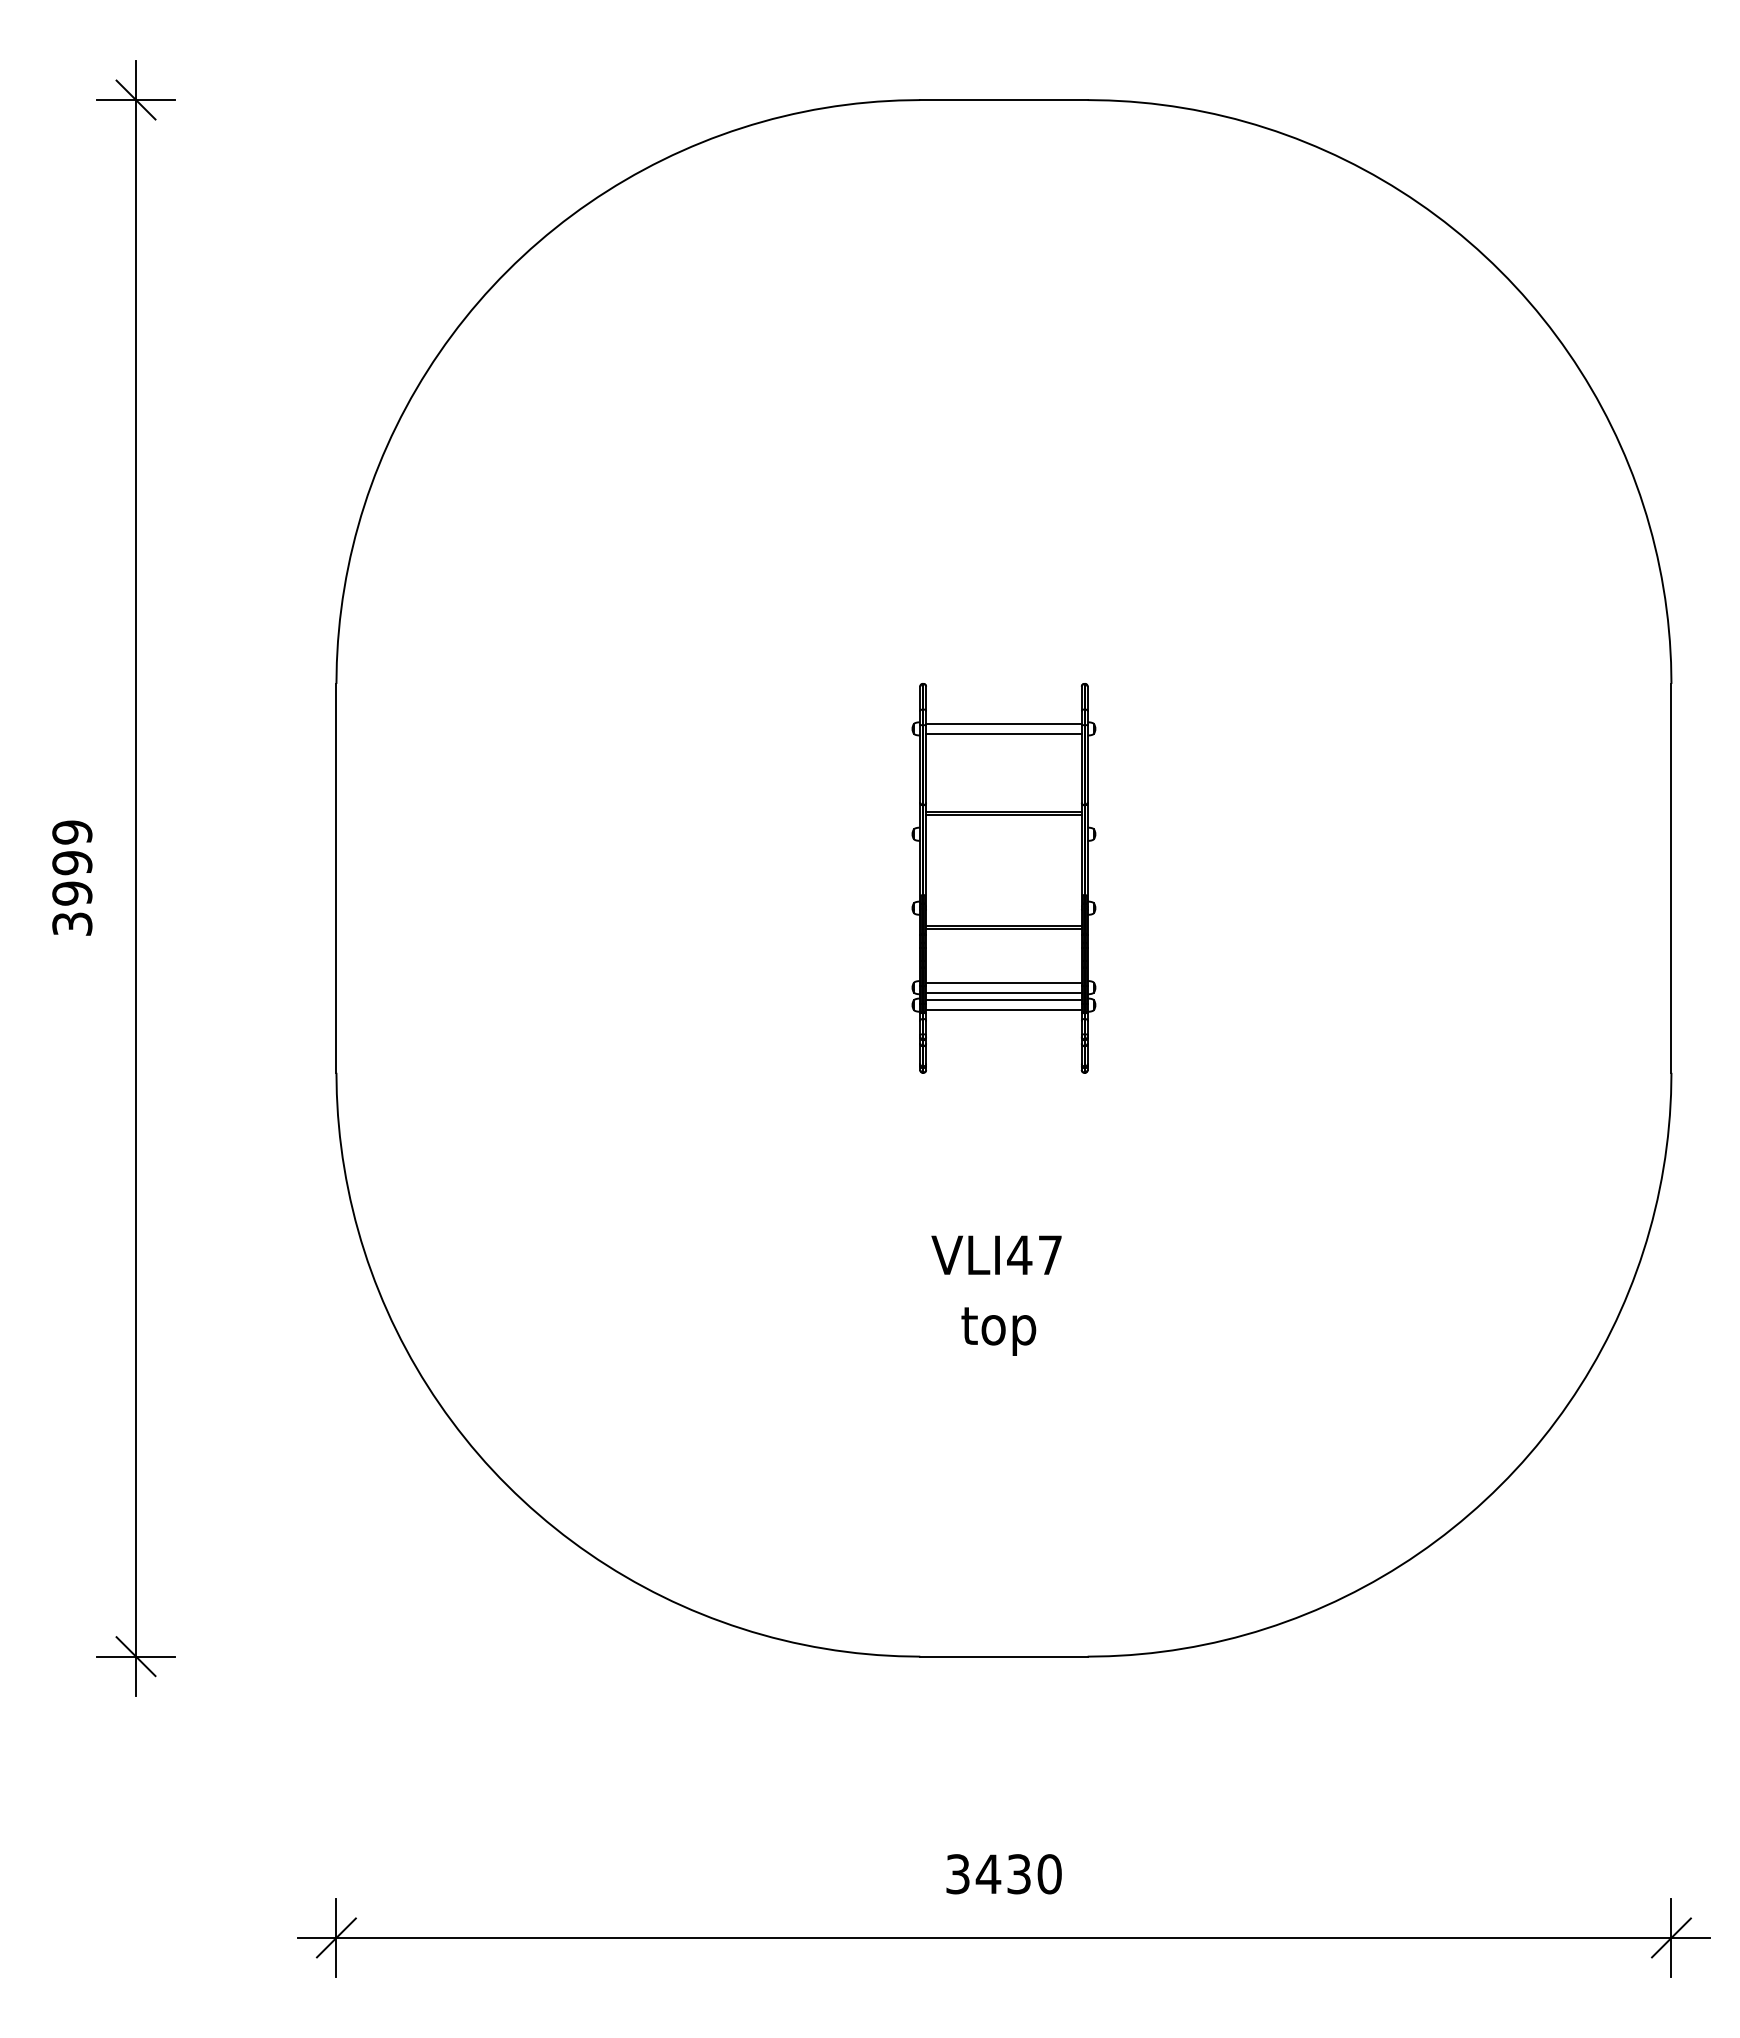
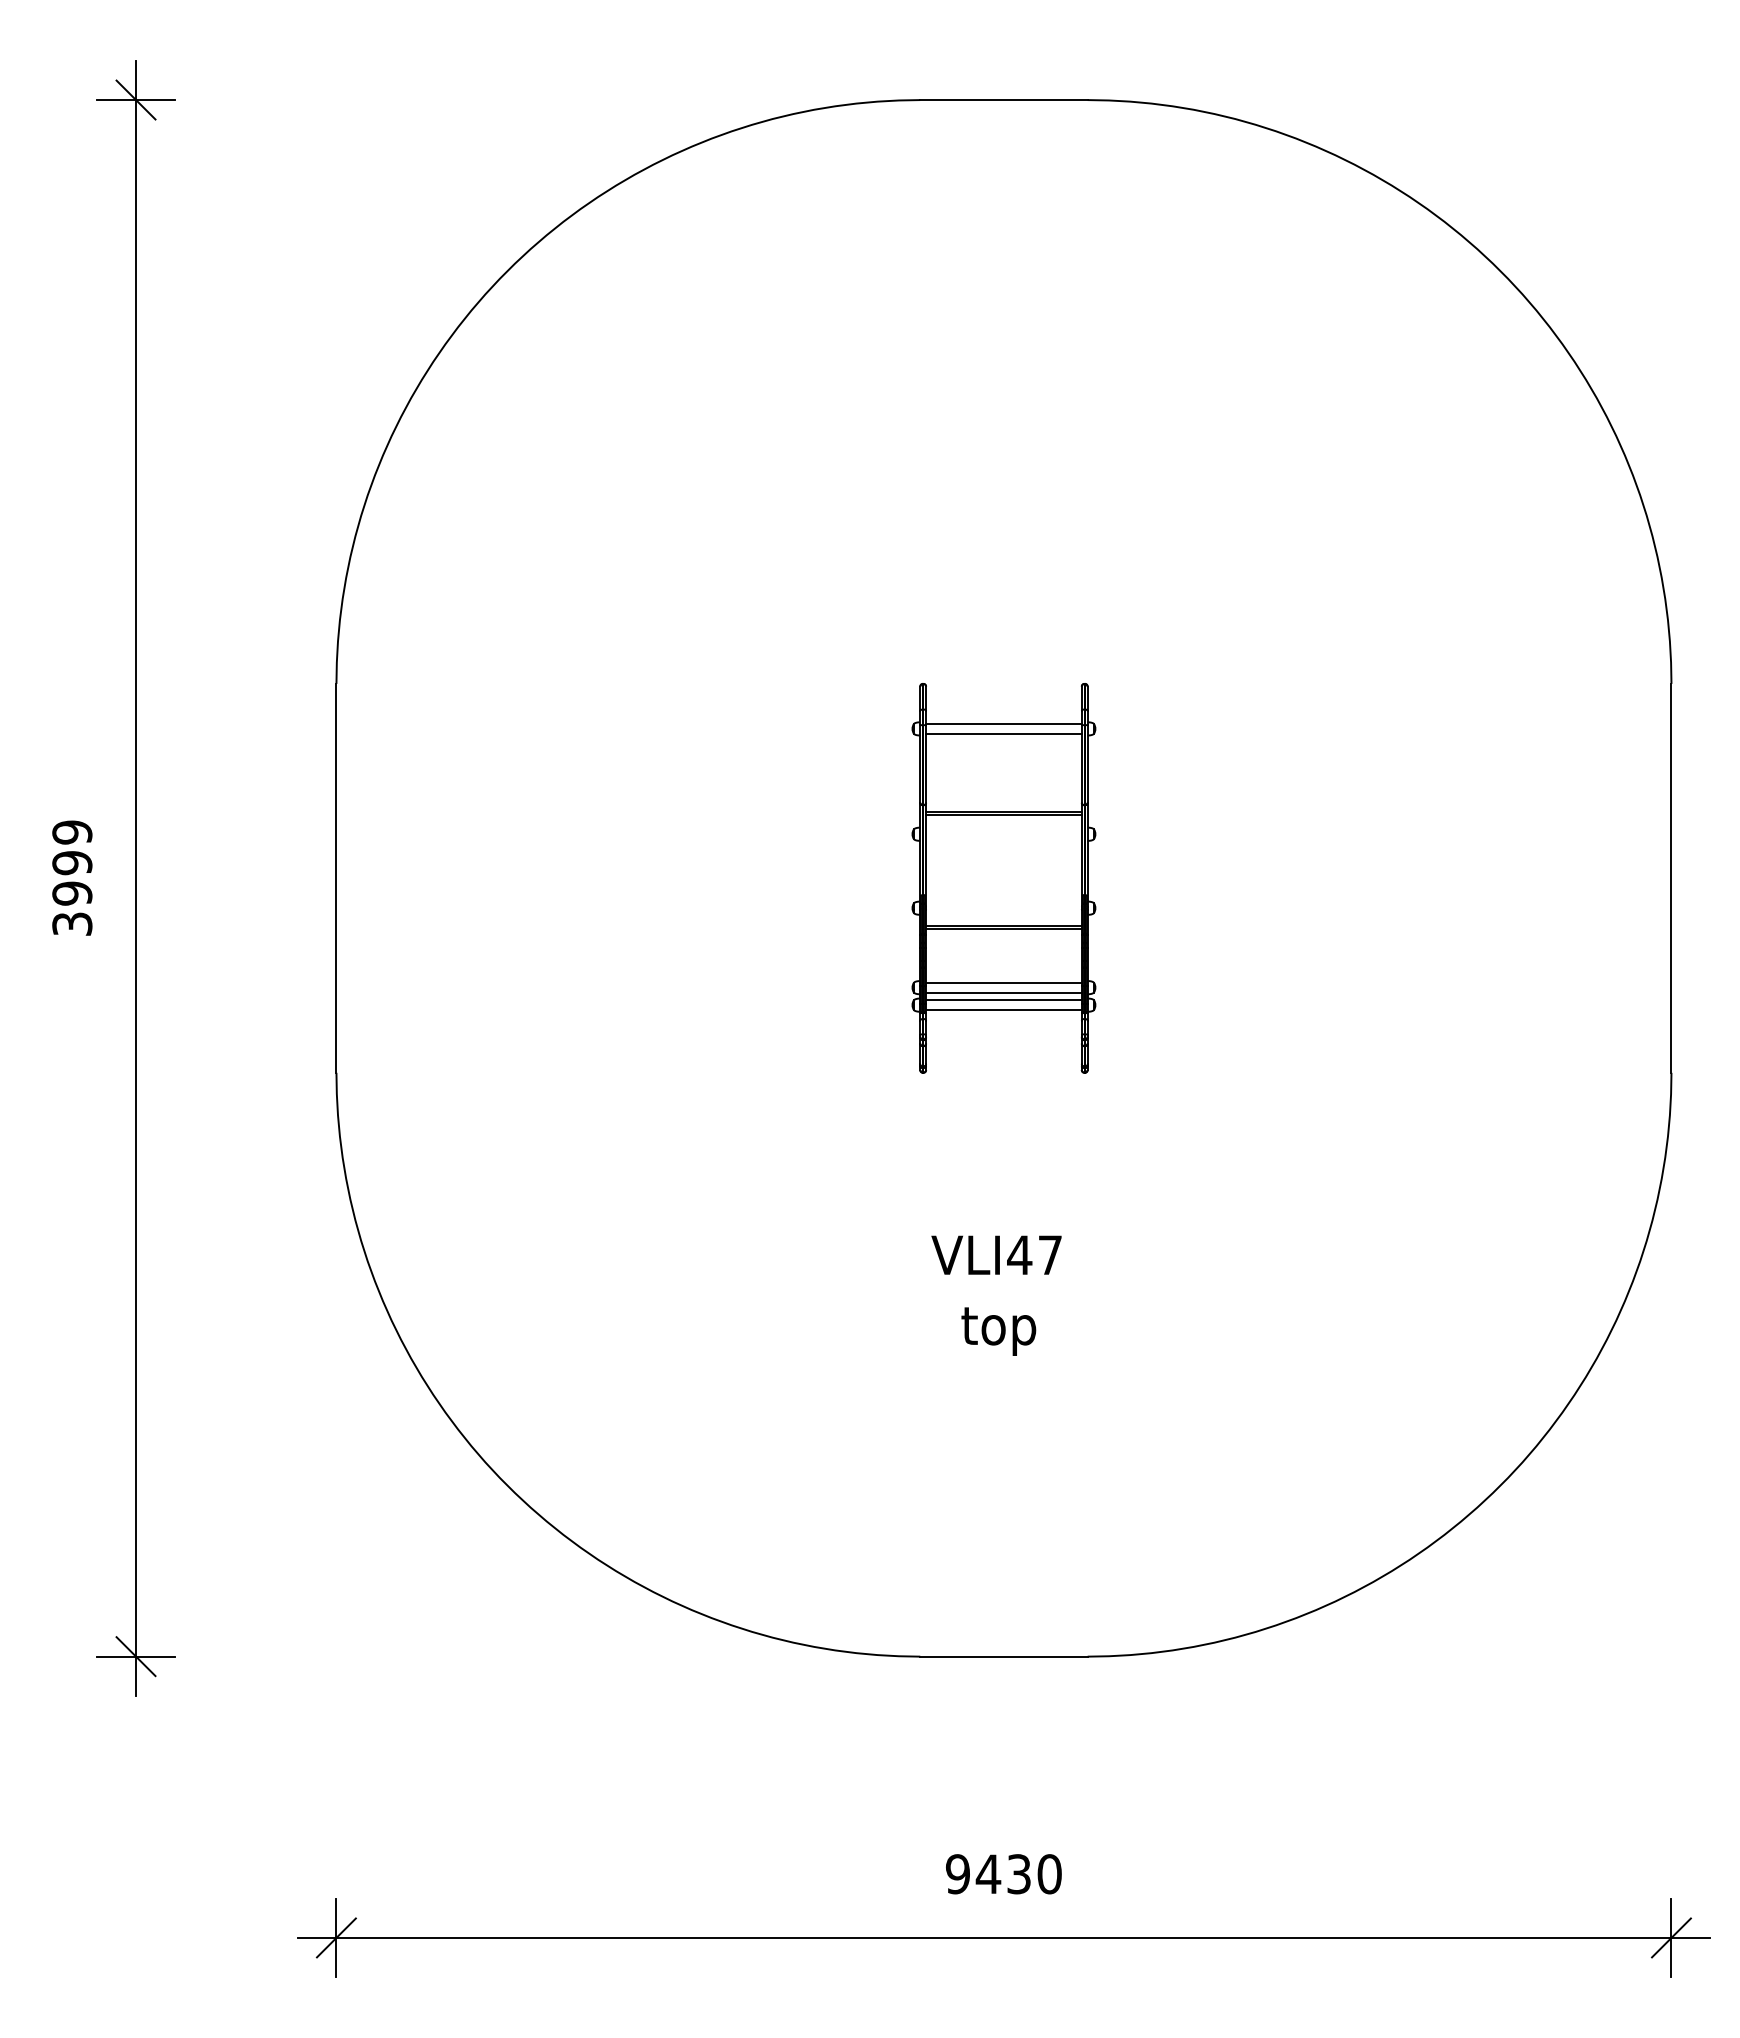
text at (957, 1874): 3430 -> 9430
